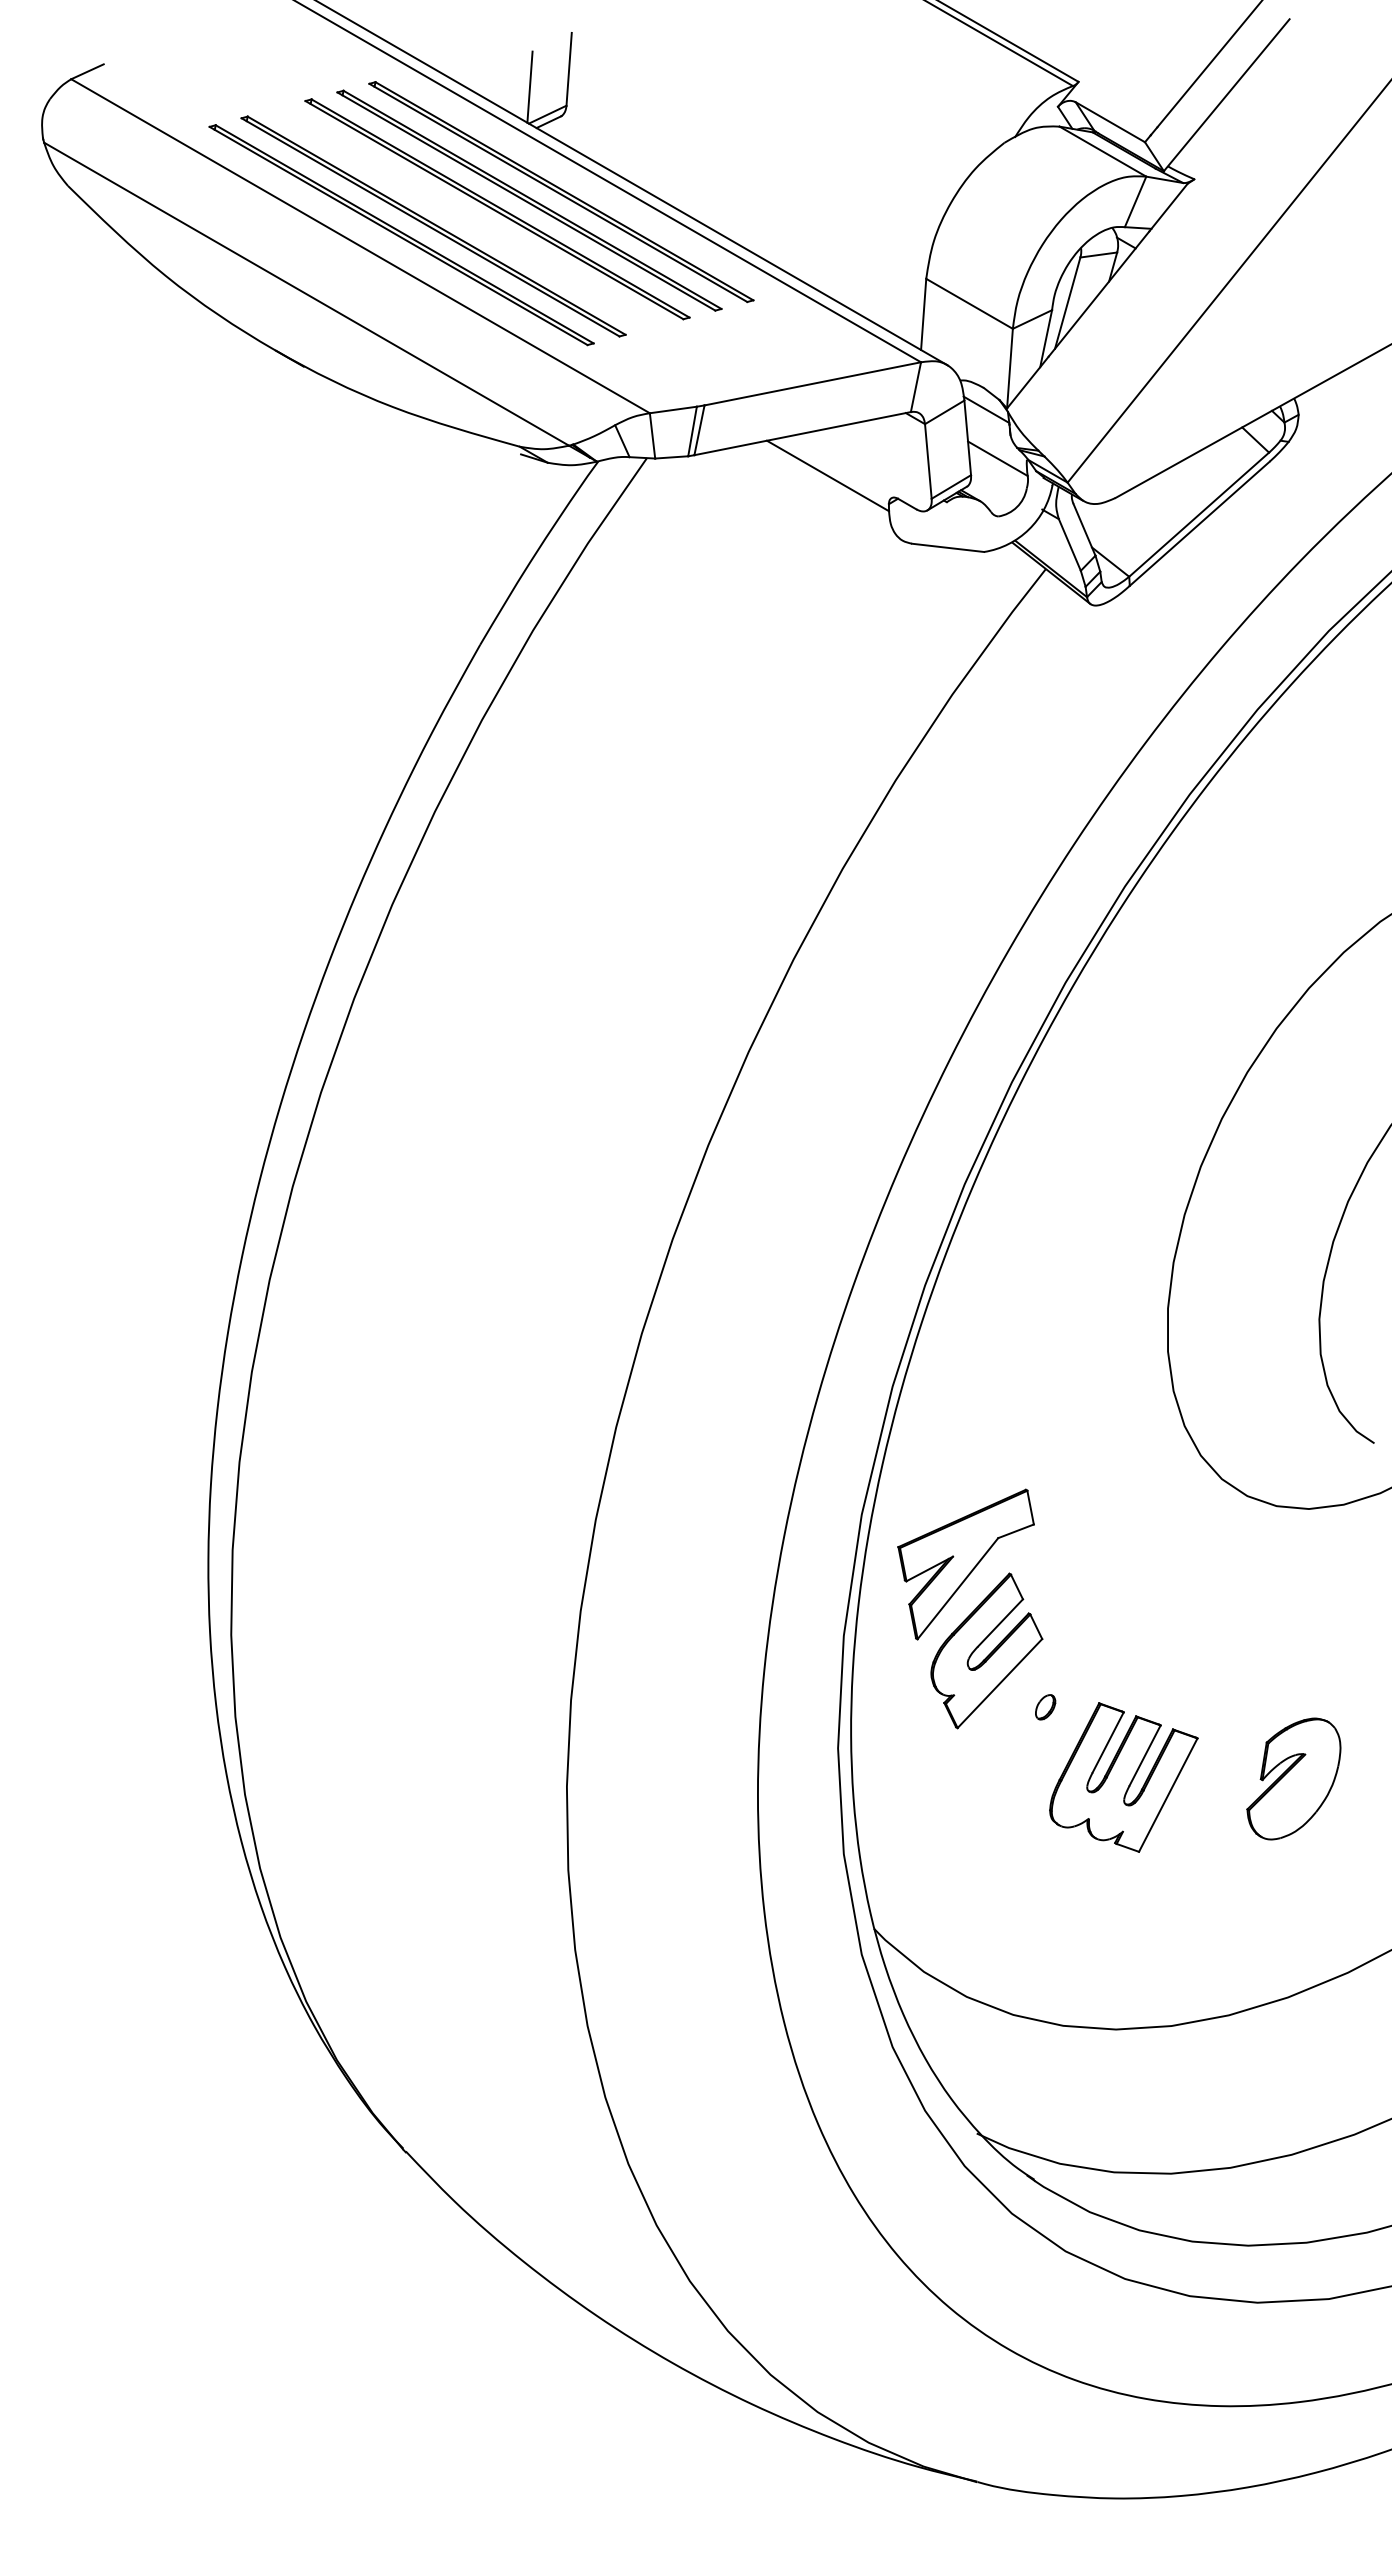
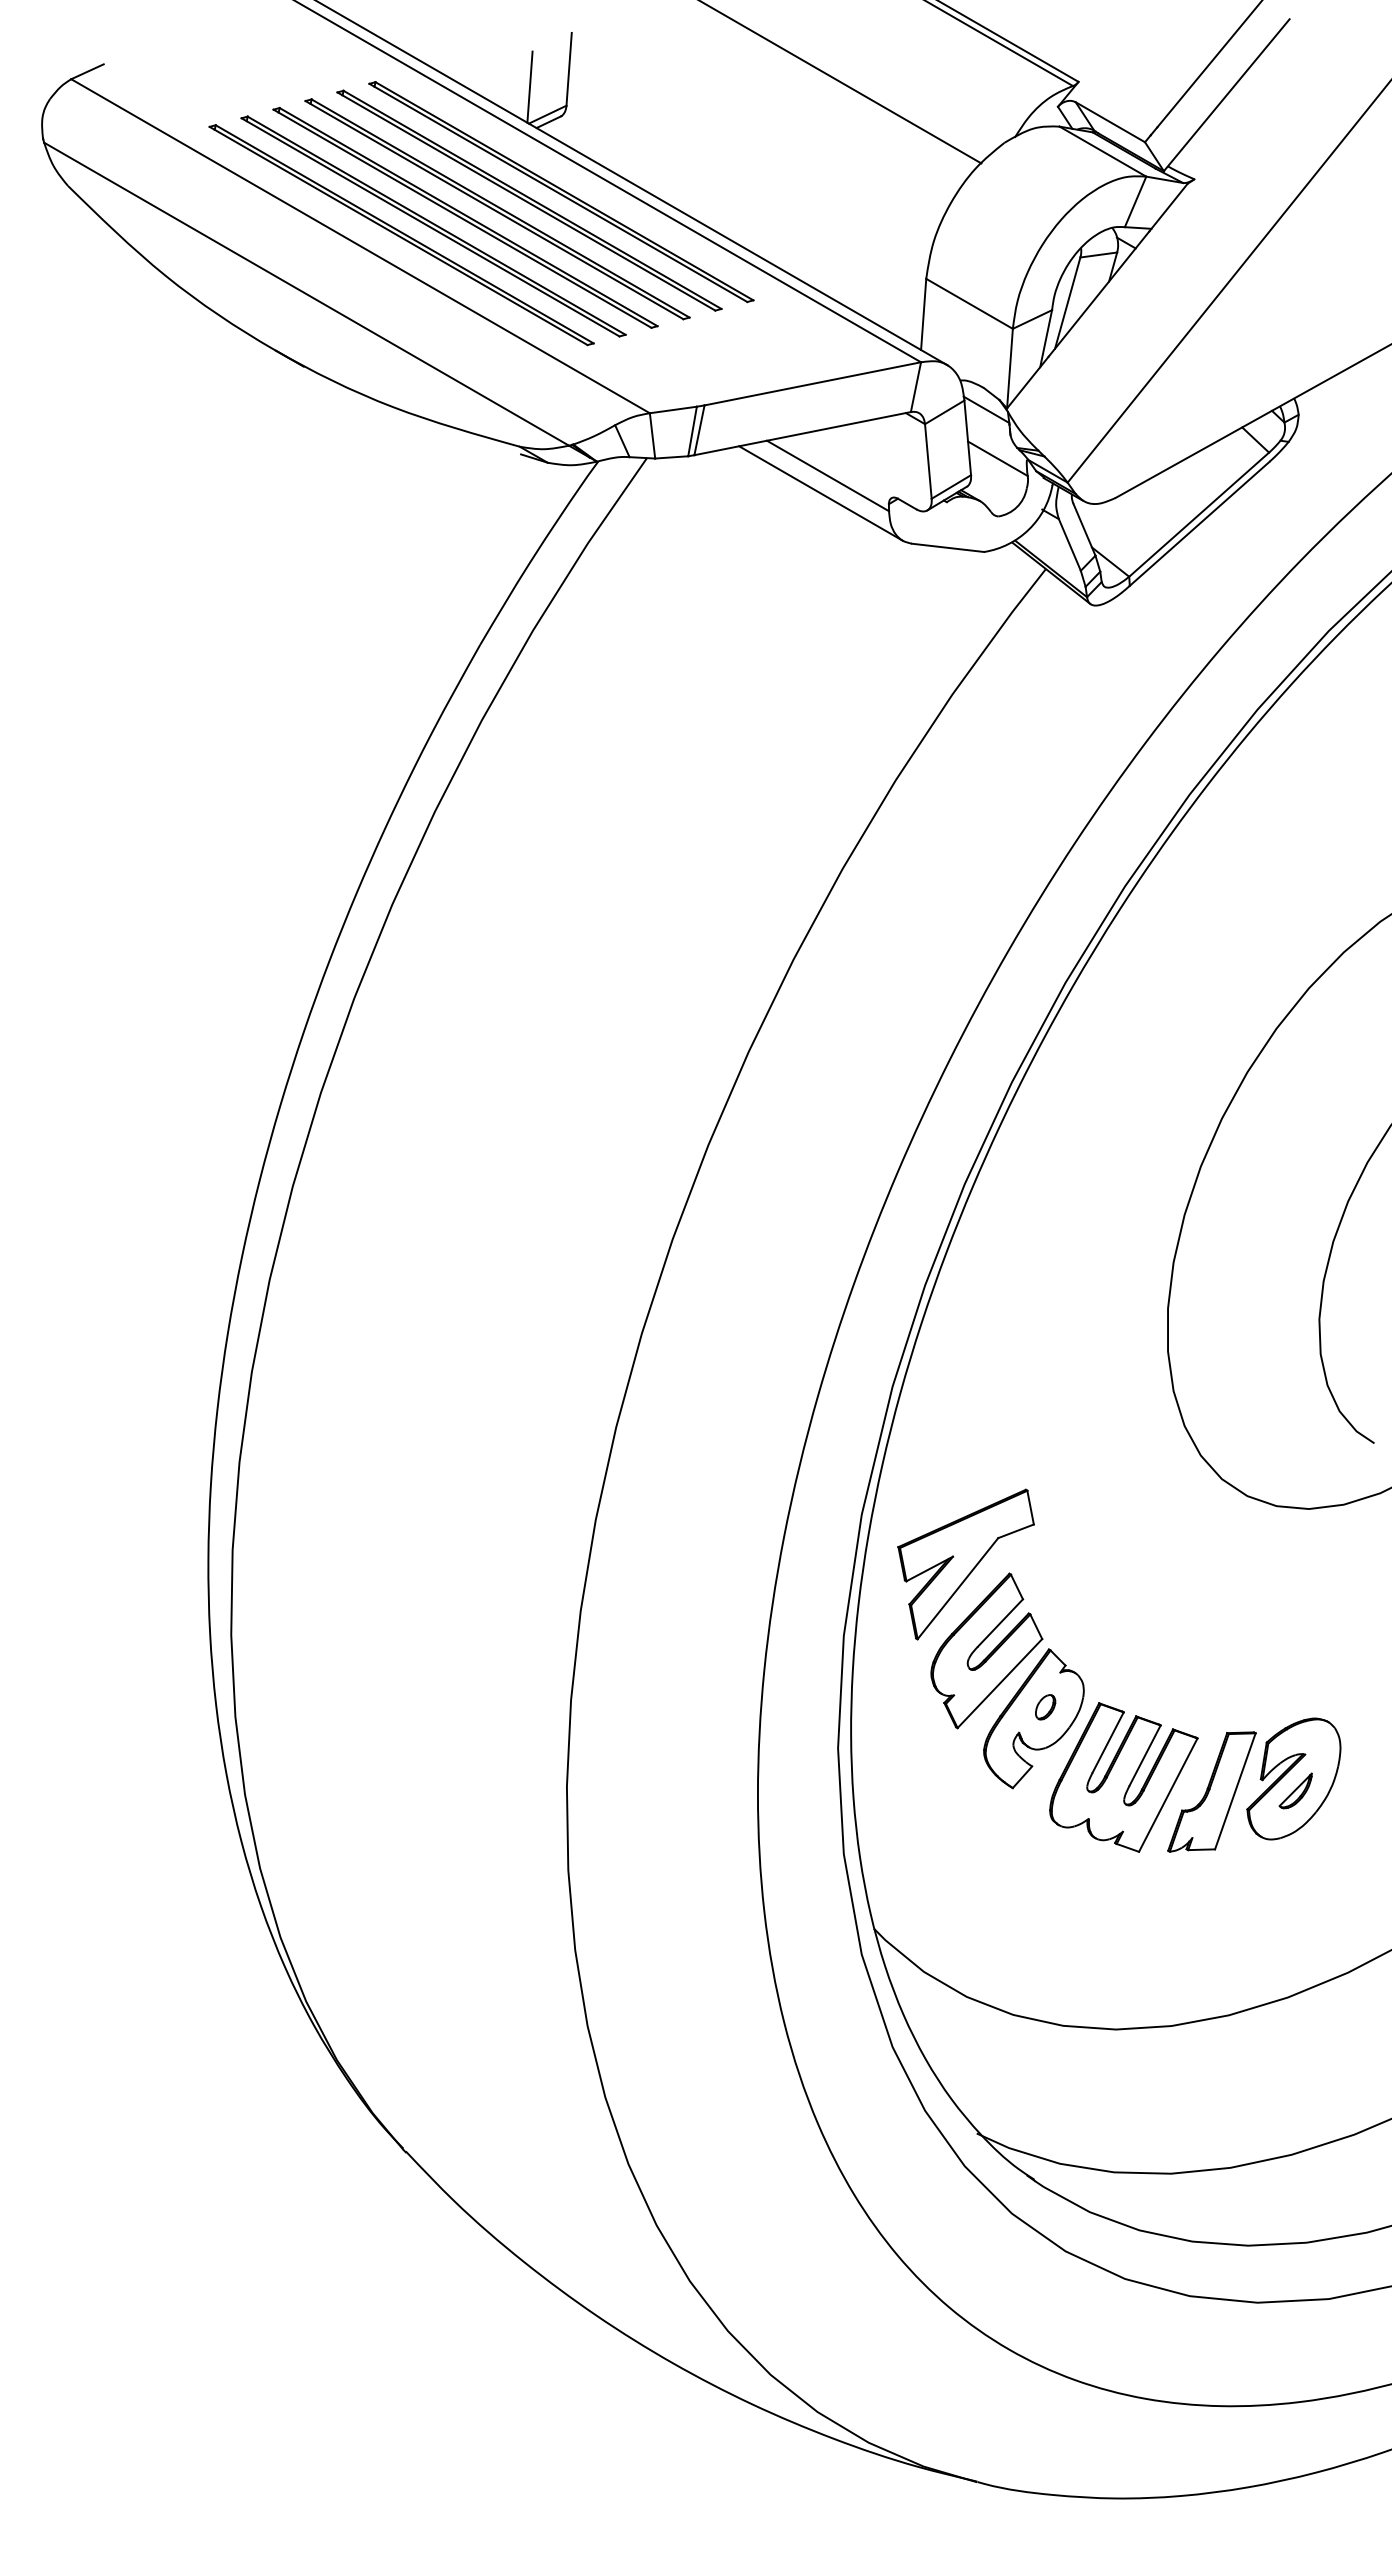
line at (841, 82): none -> present
part at (465, 217): none -> present
line at (820, 493): none -> present
part at (1033, 1718): none -> present
part at (1295, 1790): none -> present
part at (1211, 1791): none -> present
